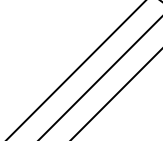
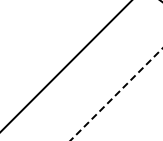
line at (76, 69) position: (76, 69) -> (66, 66)
line at (100, 77): present -> none
line at (116, 94): solid -> dashed
